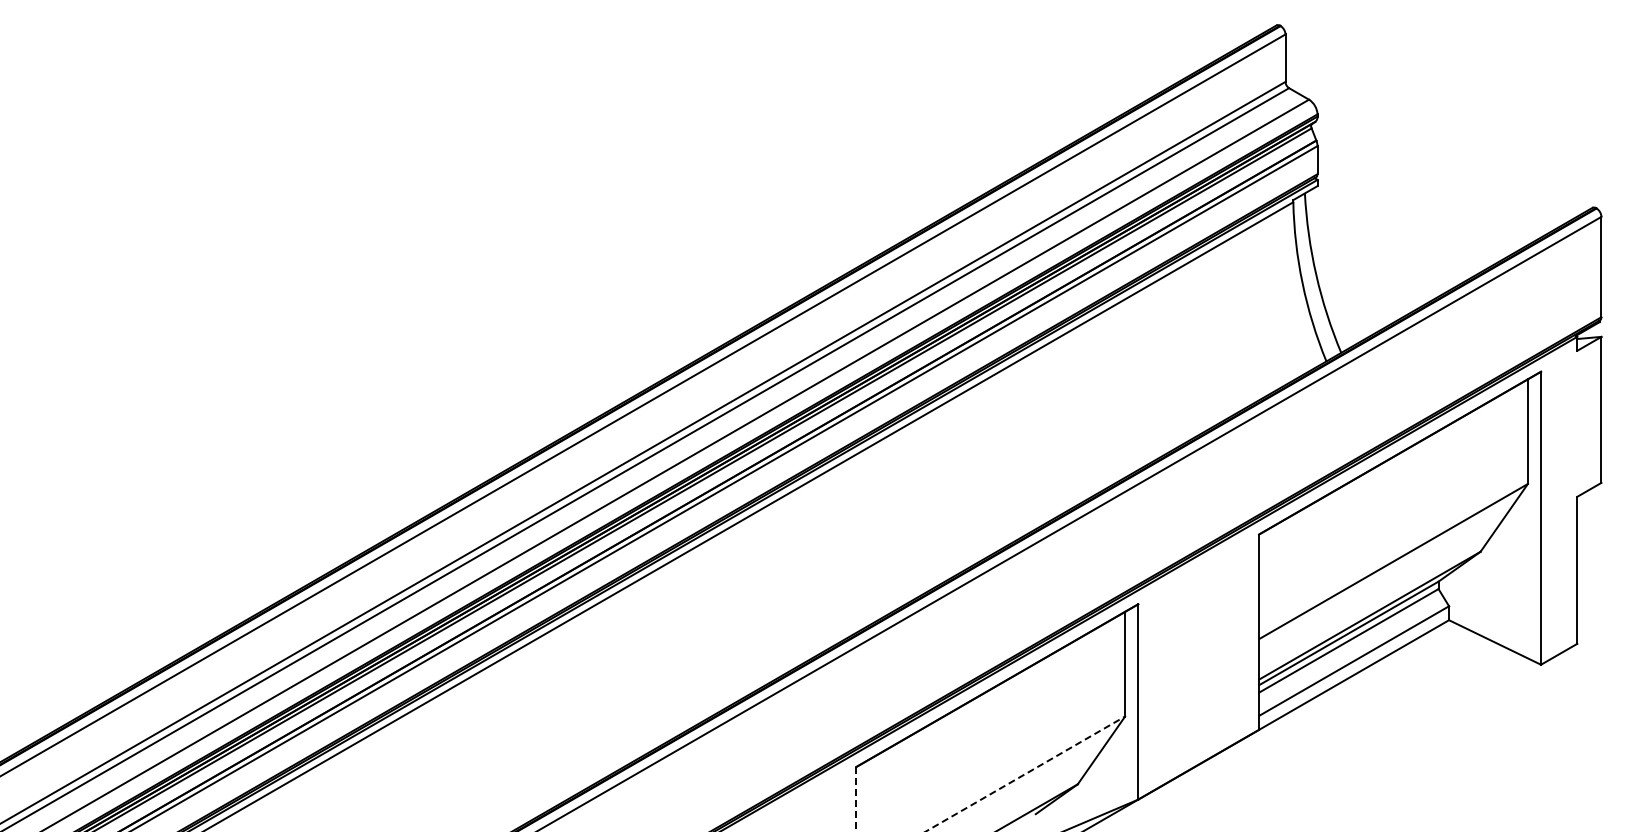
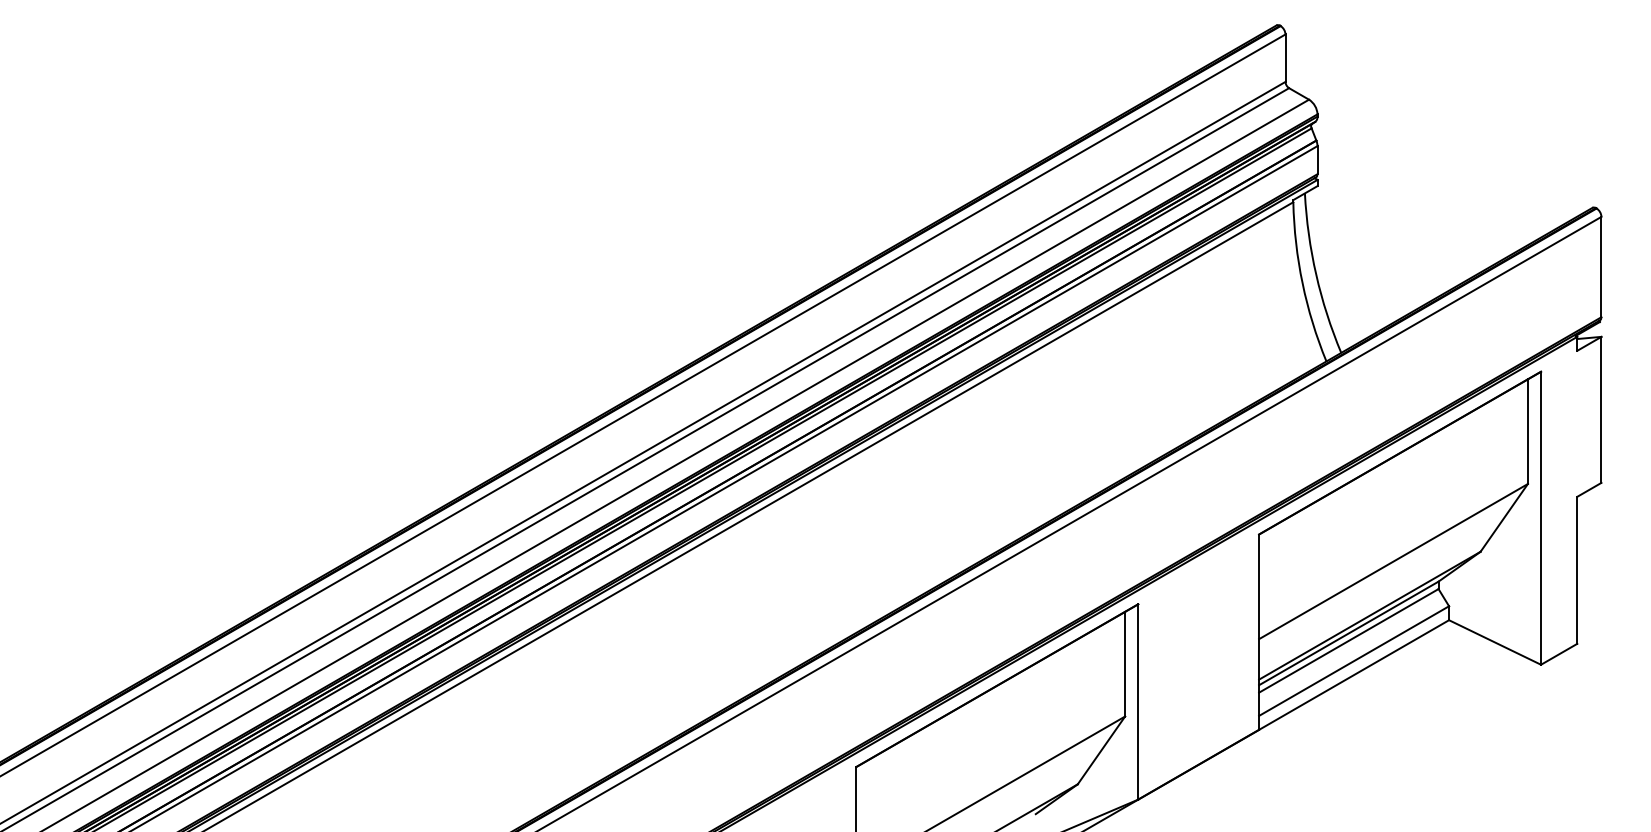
line at (1025, 773): dashed -> solid
line at (856, 798): dashed -> solid
